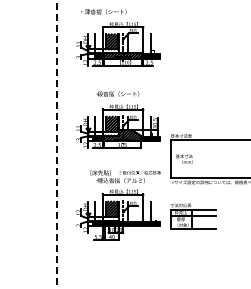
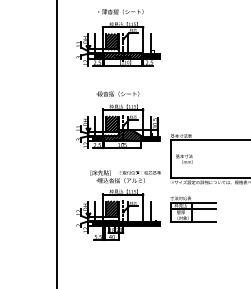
text at (103, 11) position: (103, 11) -> (120, 11)
line at (56, 144): dashed -> solid
part at (193, 216) position: (193, 216) -> (193, 209)
